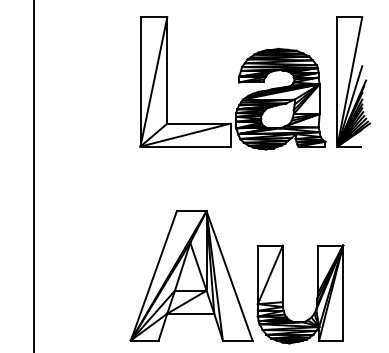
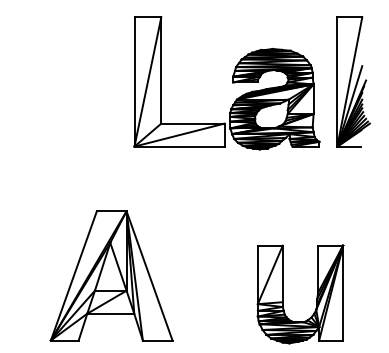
part at (232, 83) position: (232, 83) -> (226, 83)
line at (34, 175): present -> none
part at (191, 275) position: (191, 275) -> (111, 275)
